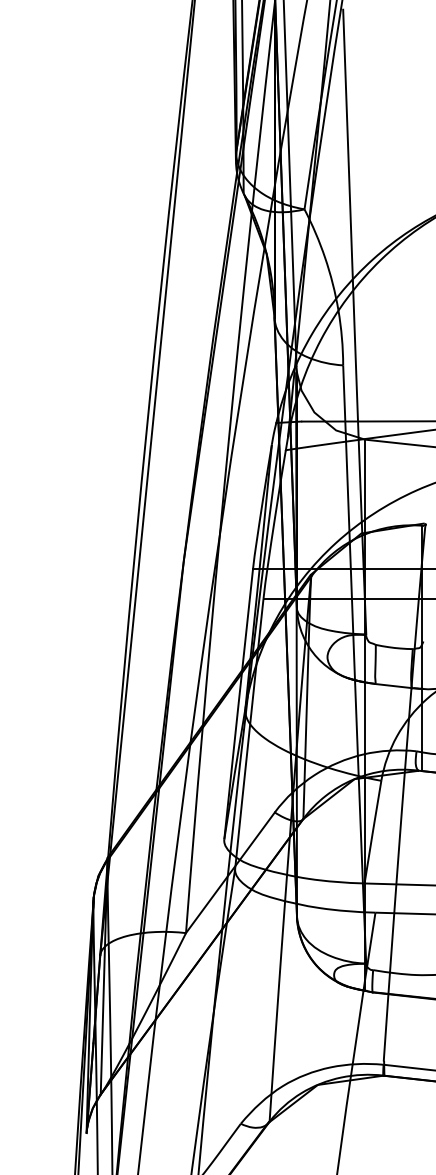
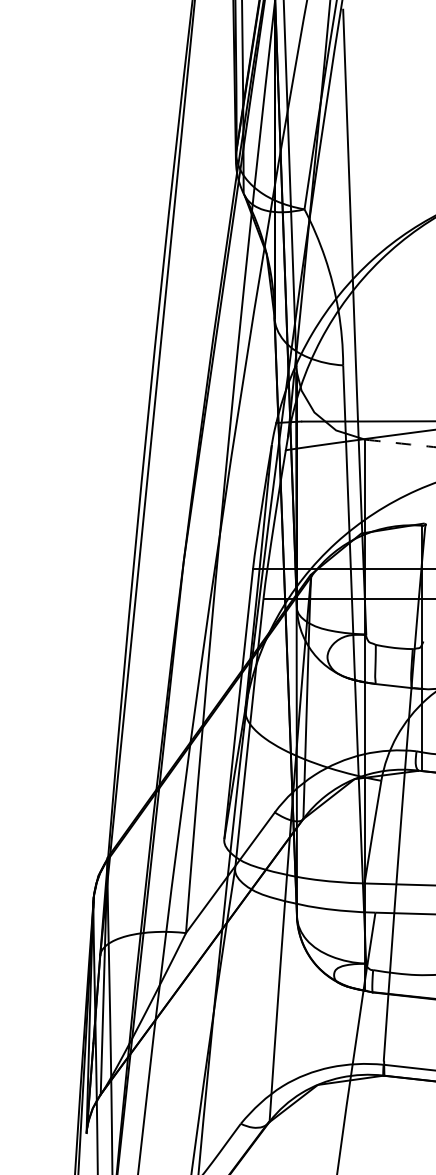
arc at (401, 443): solid -> dashed
